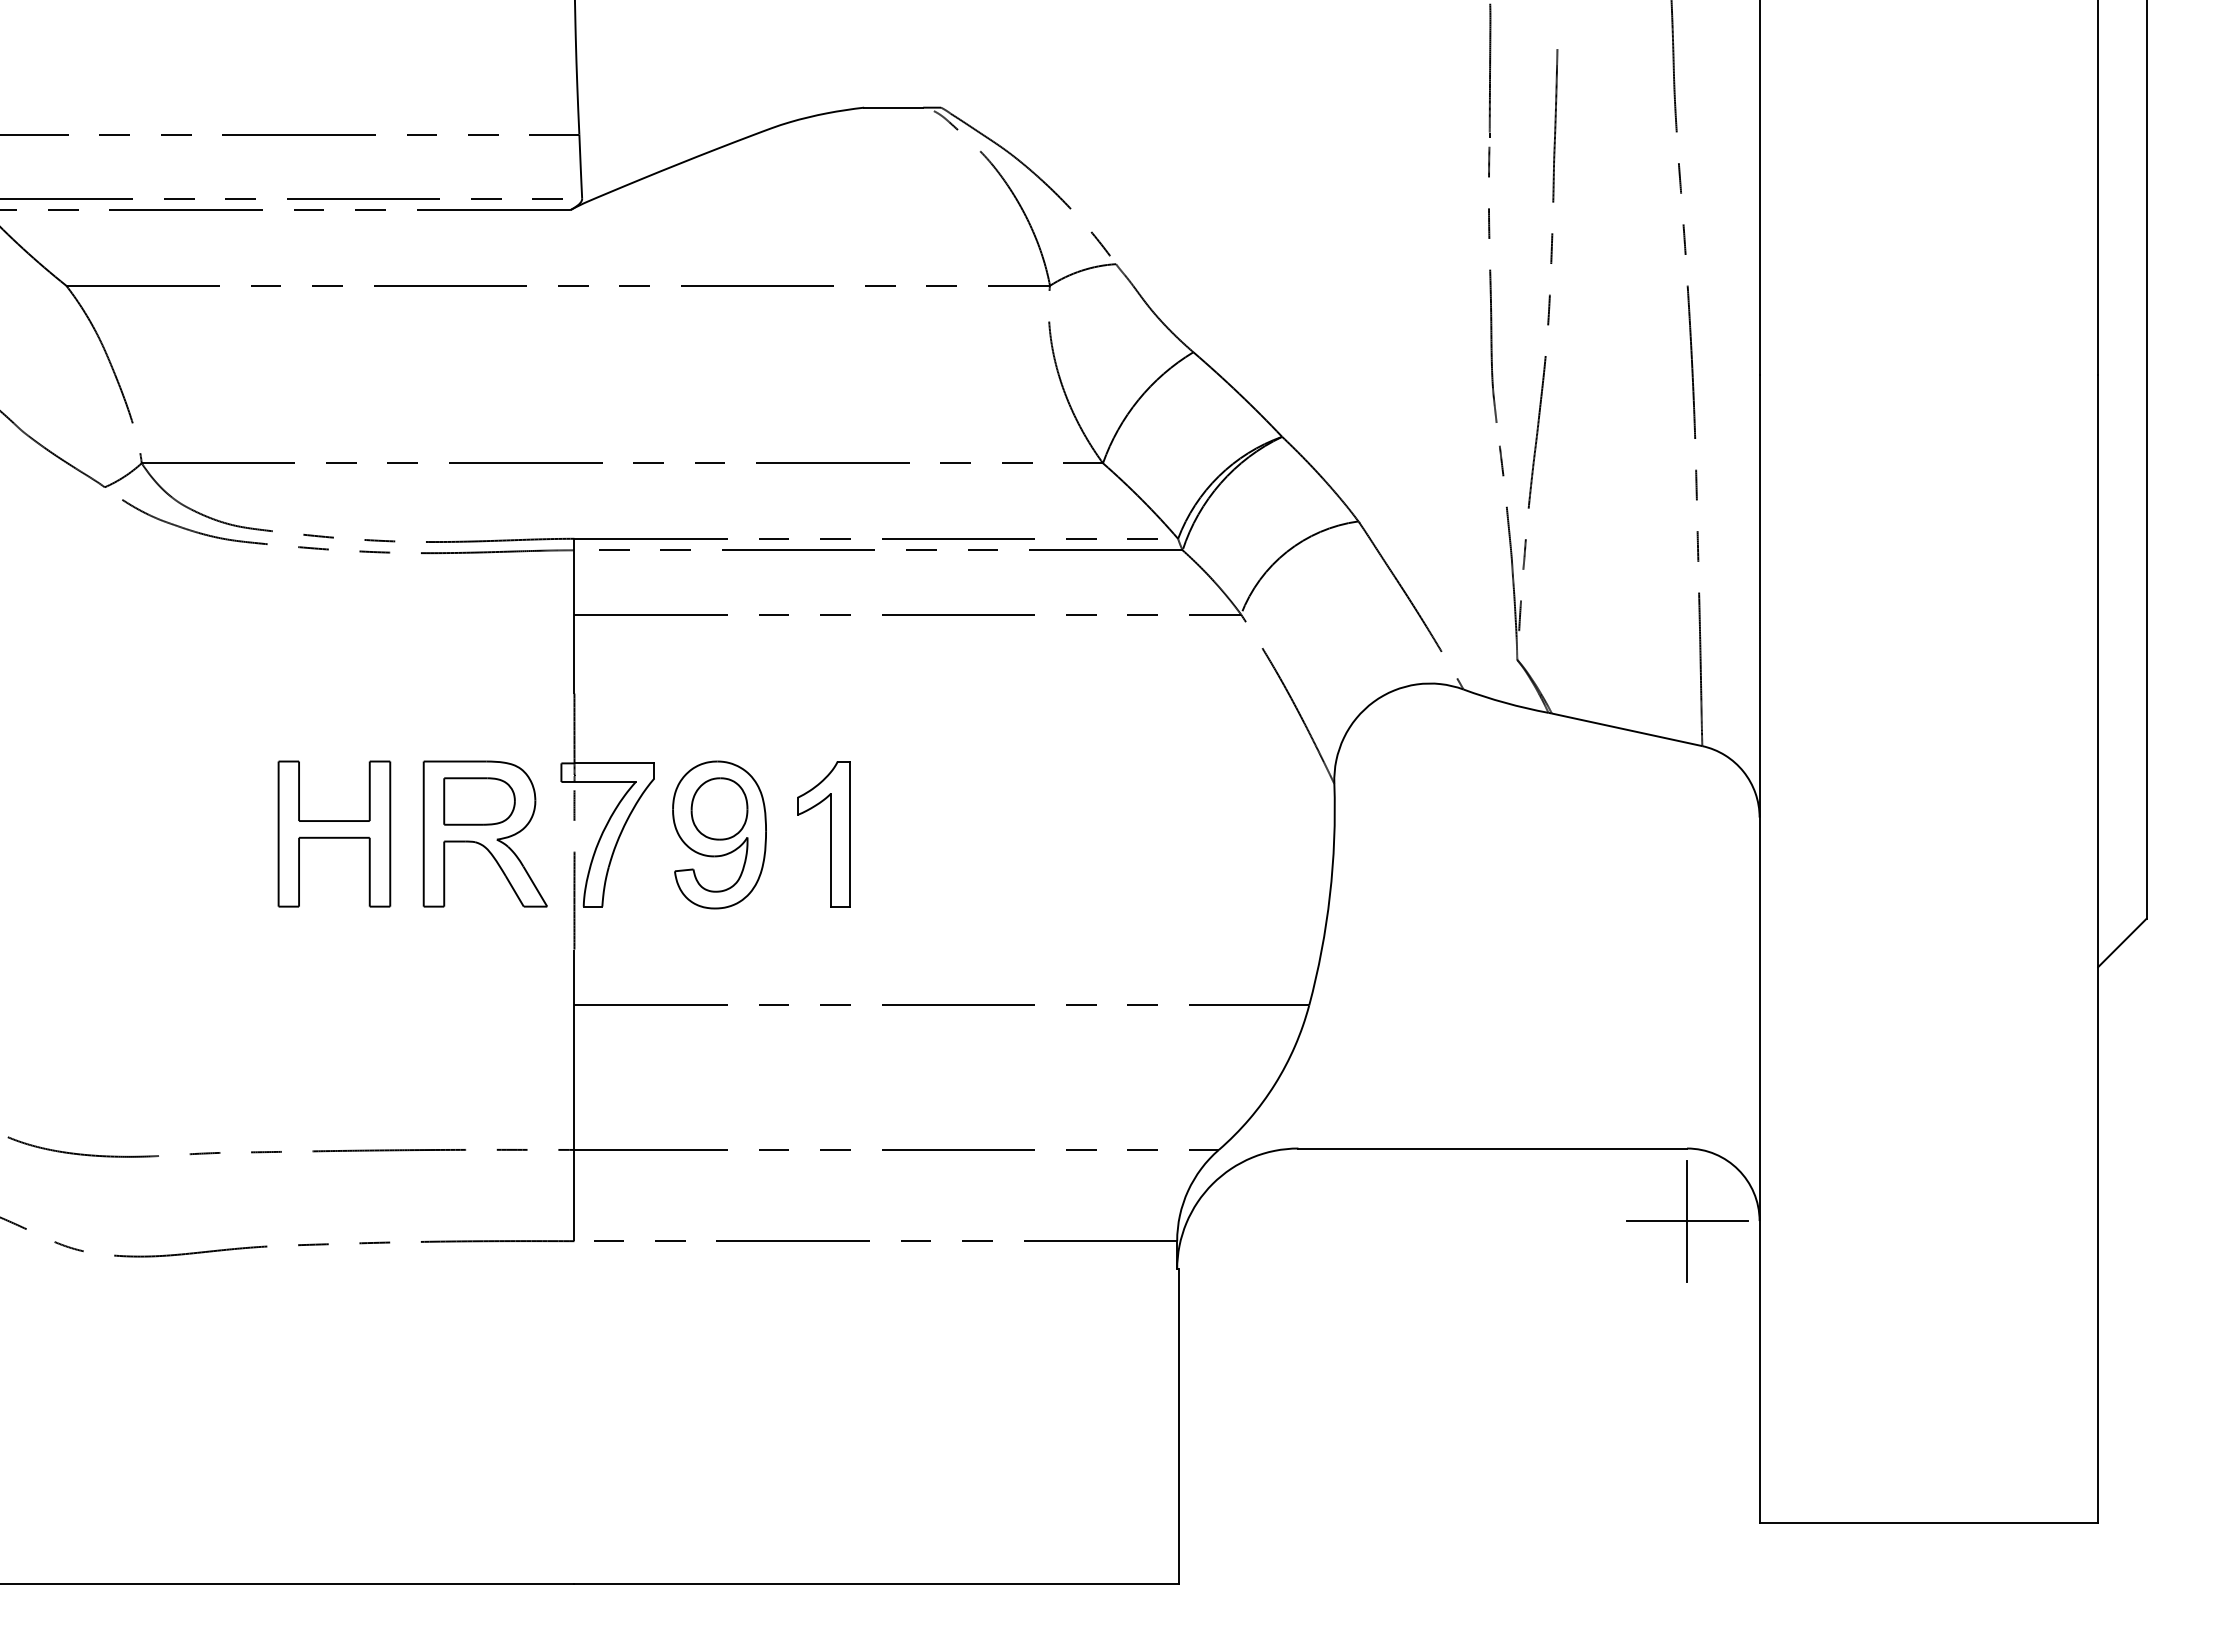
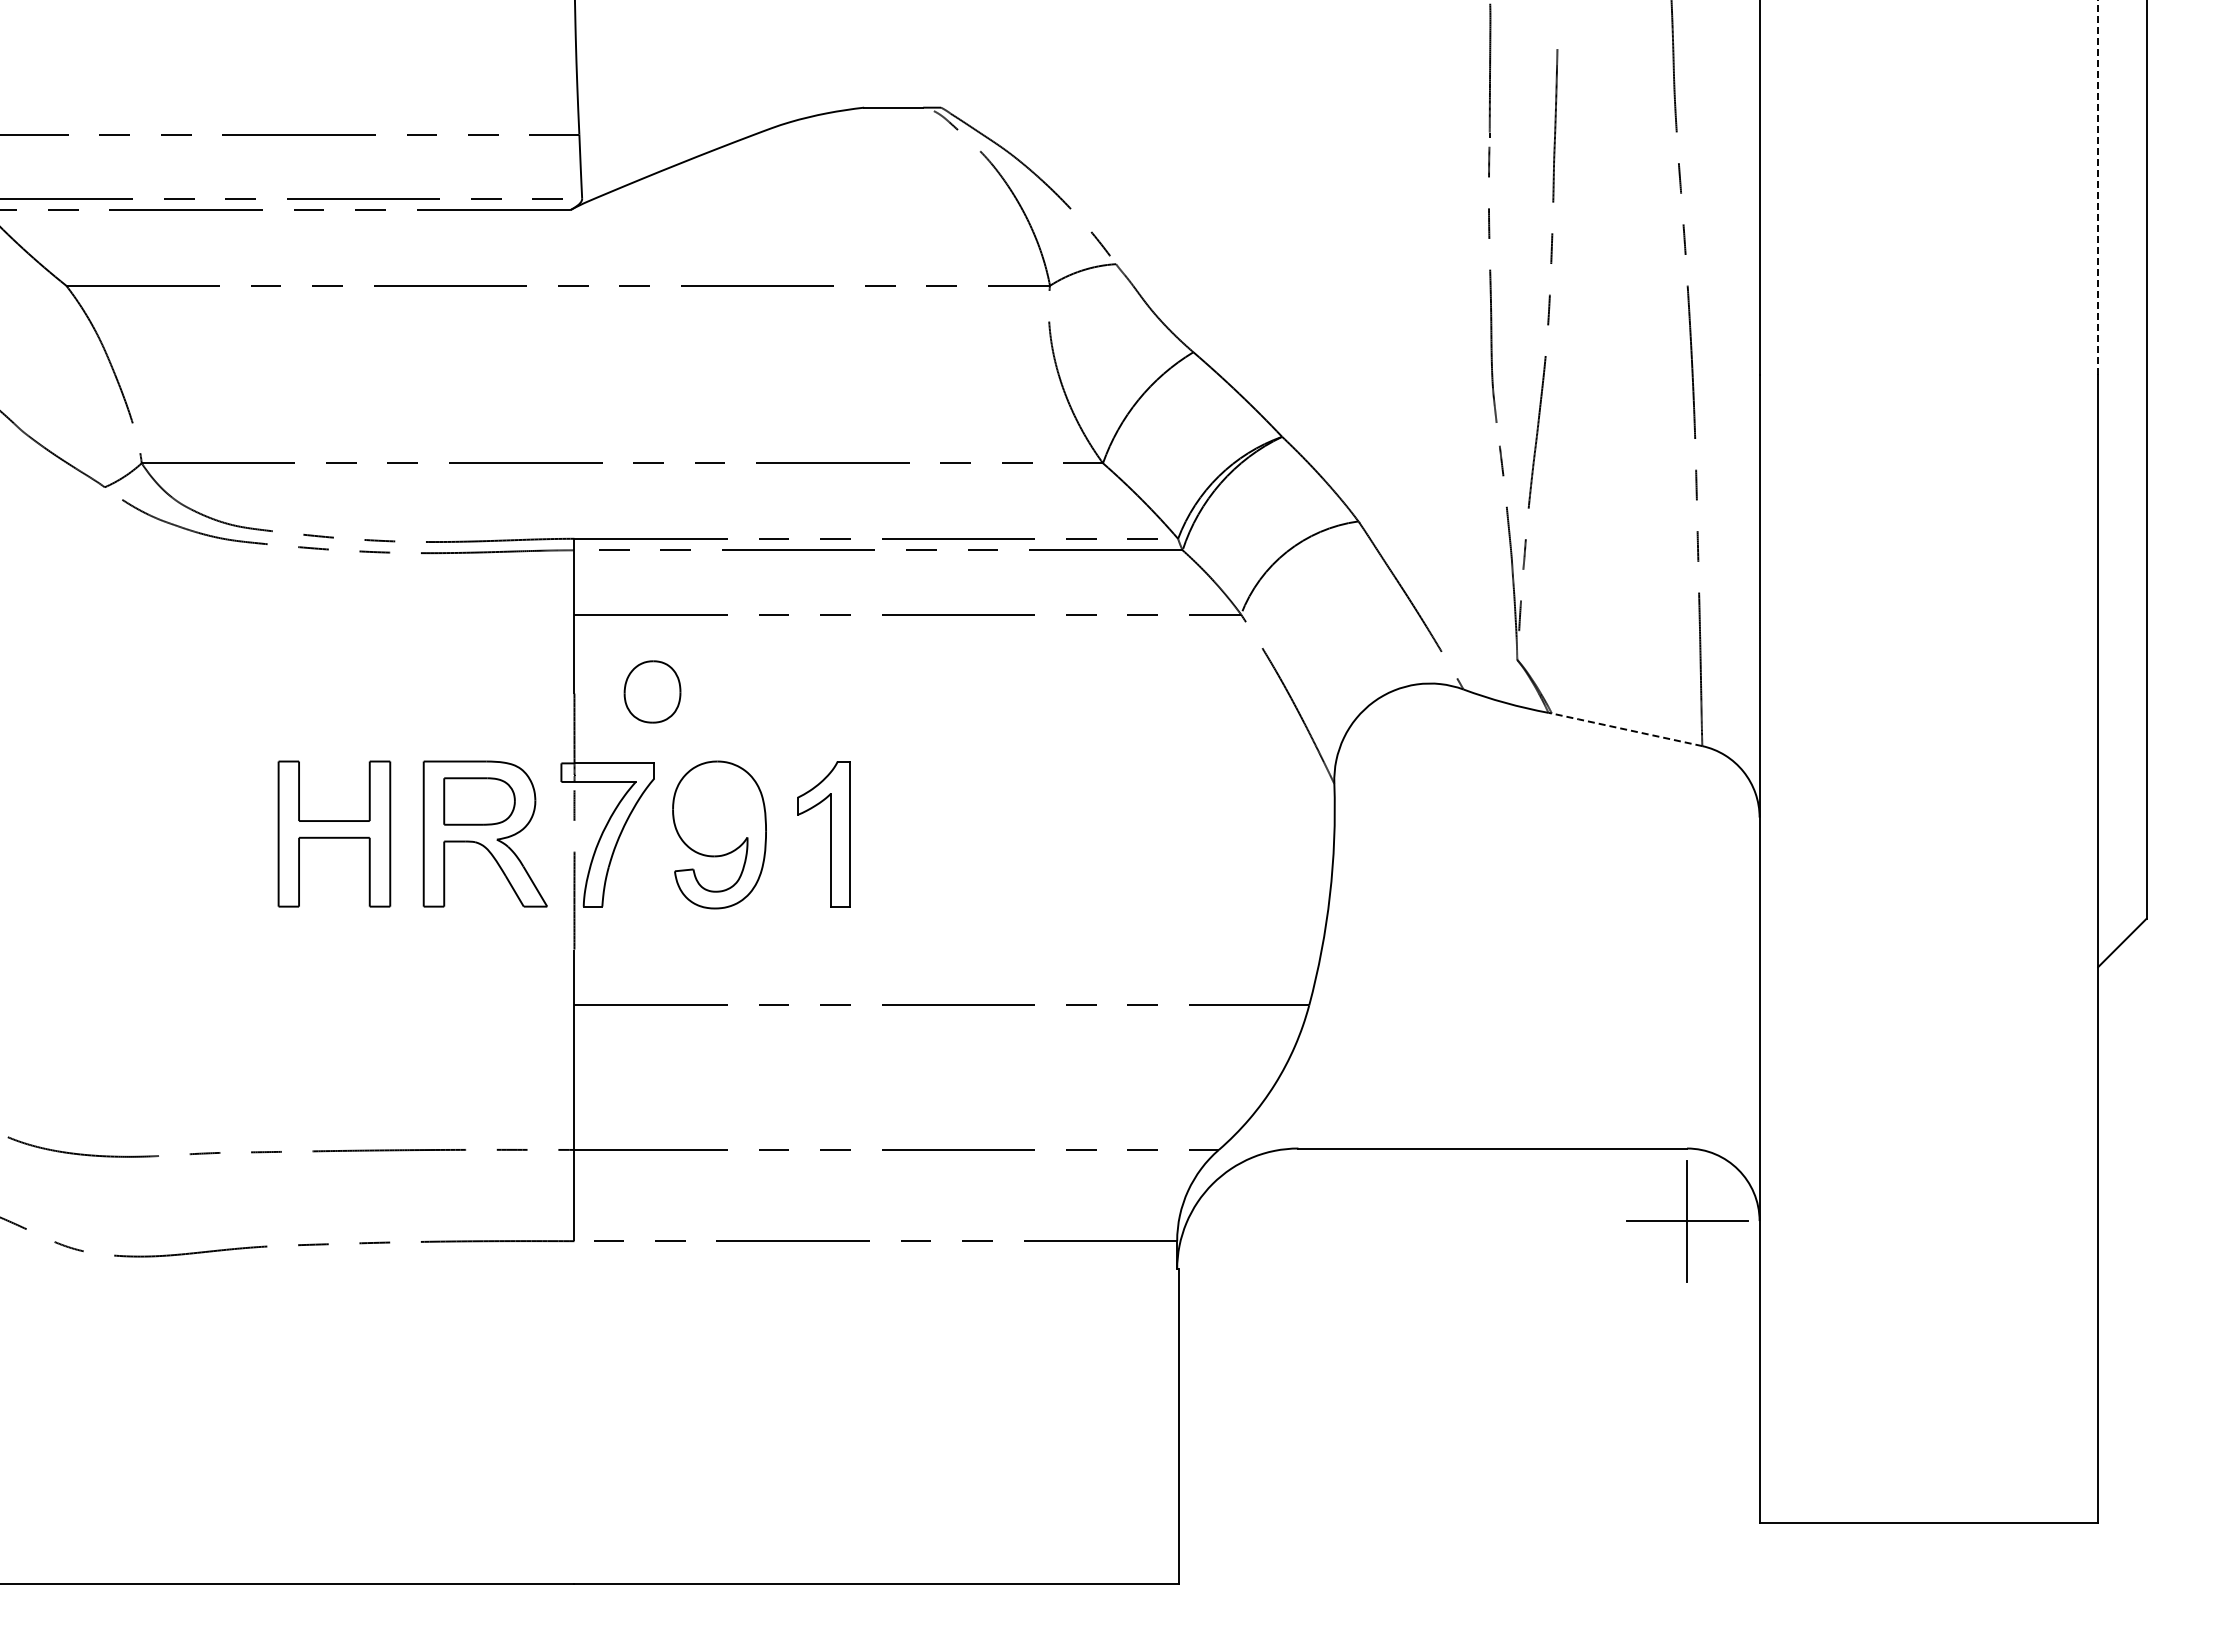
line at (2098, 187): solid -> dashed
line at (1627, 729): solid -> dashed
part at (719, 808) position: (719, 808) -> (652, 691)
